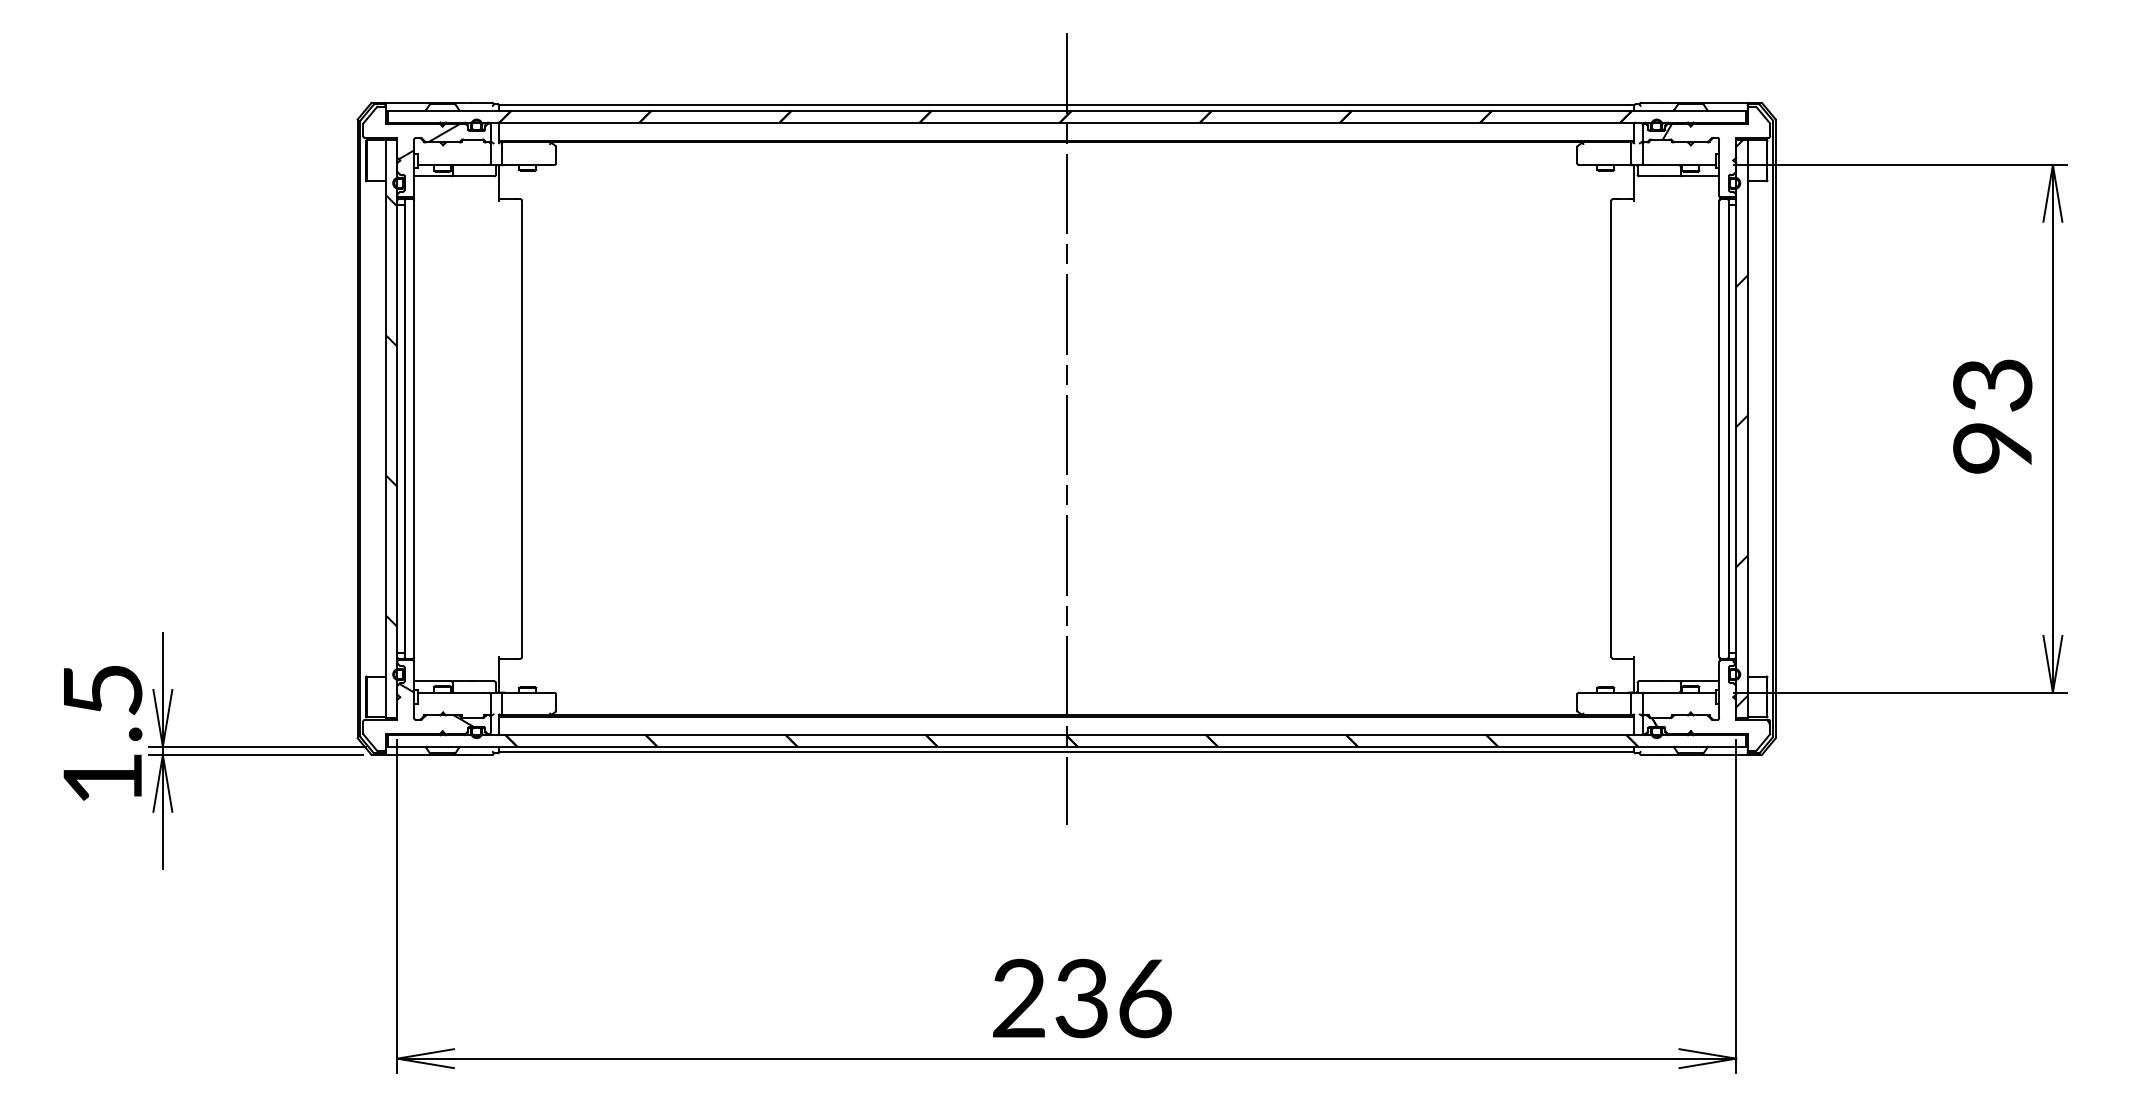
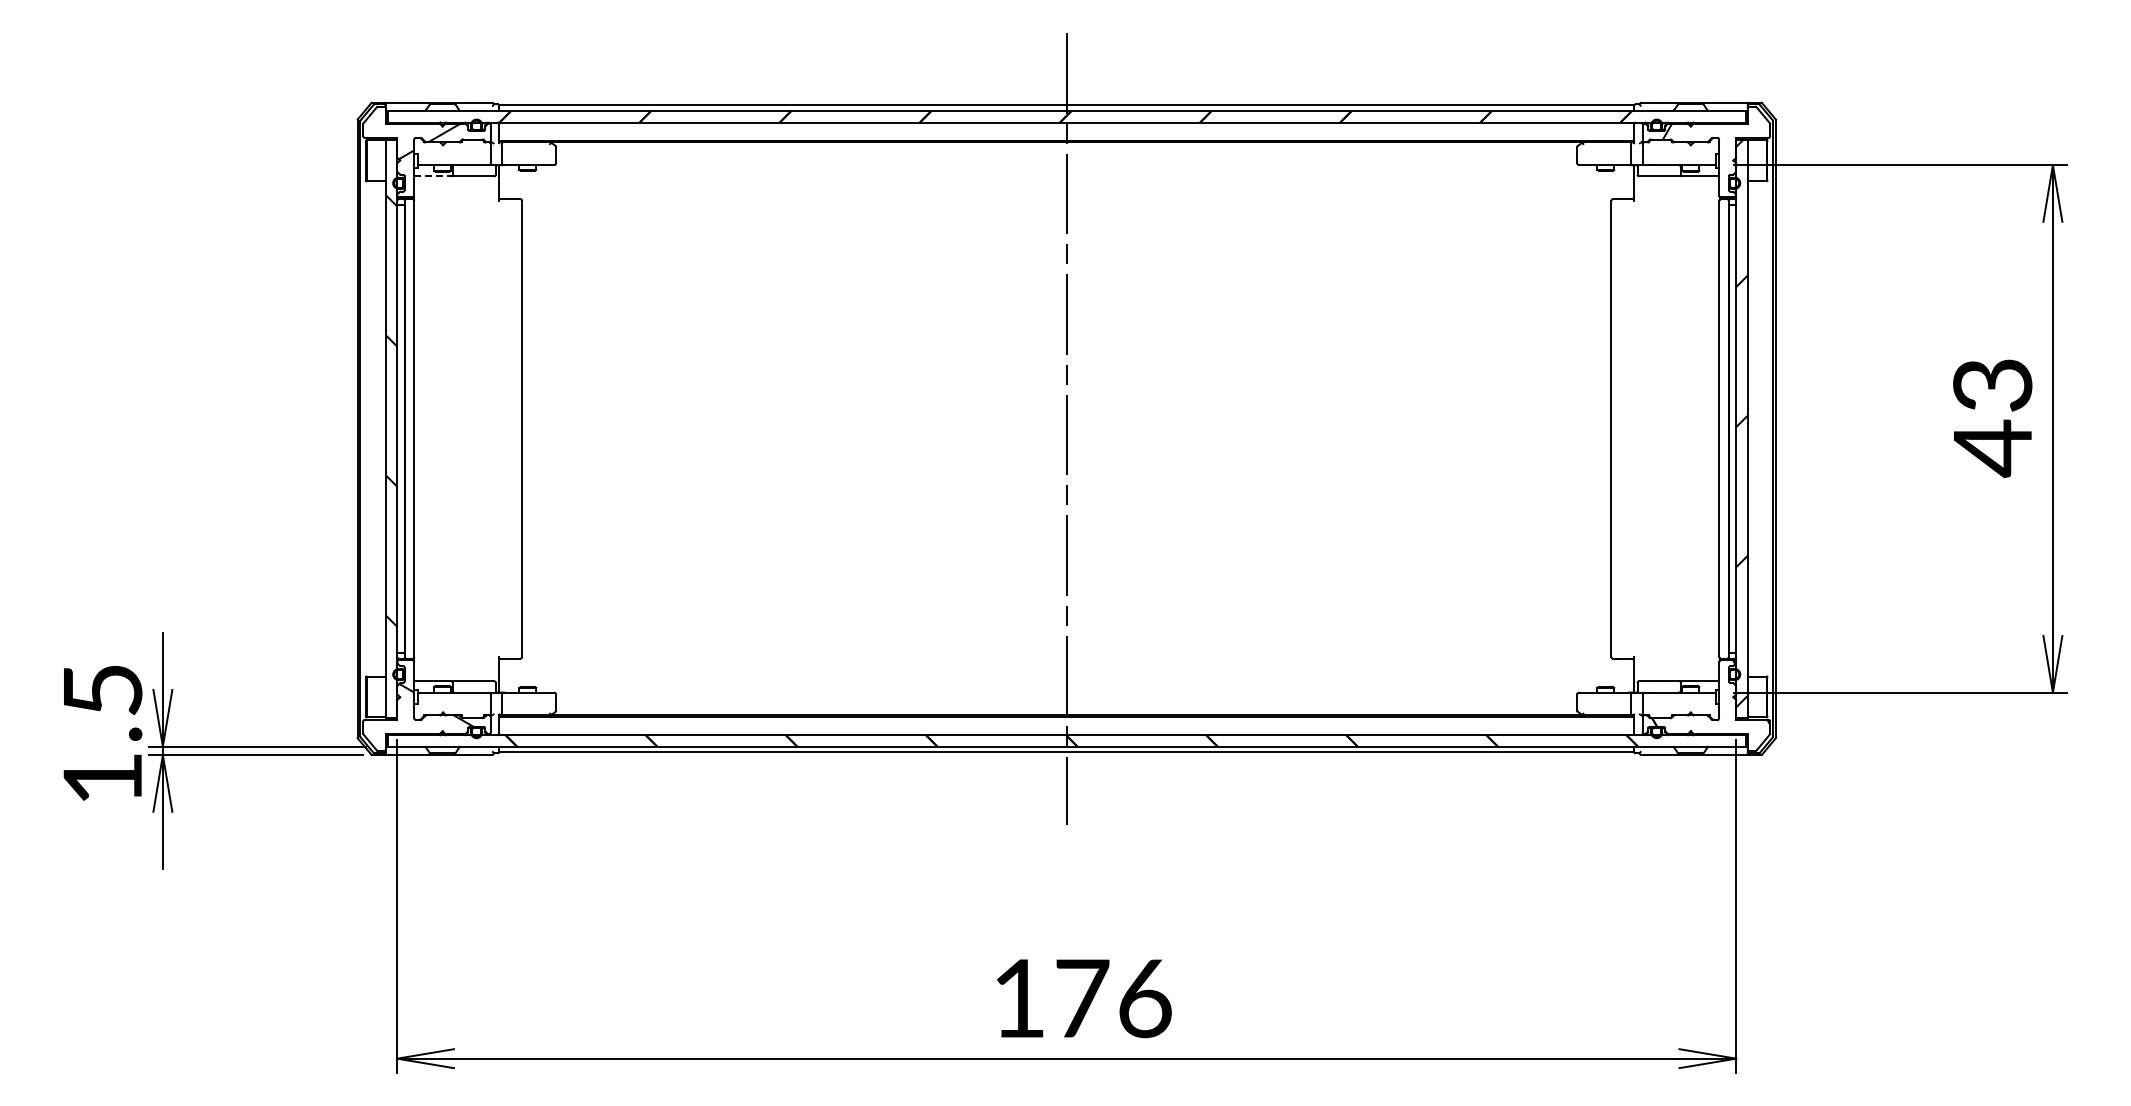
line at (432, 176): solid -> dashed
text at (1992, 448): 93 -> 43
text at (1051, 998): 236 -> 176
